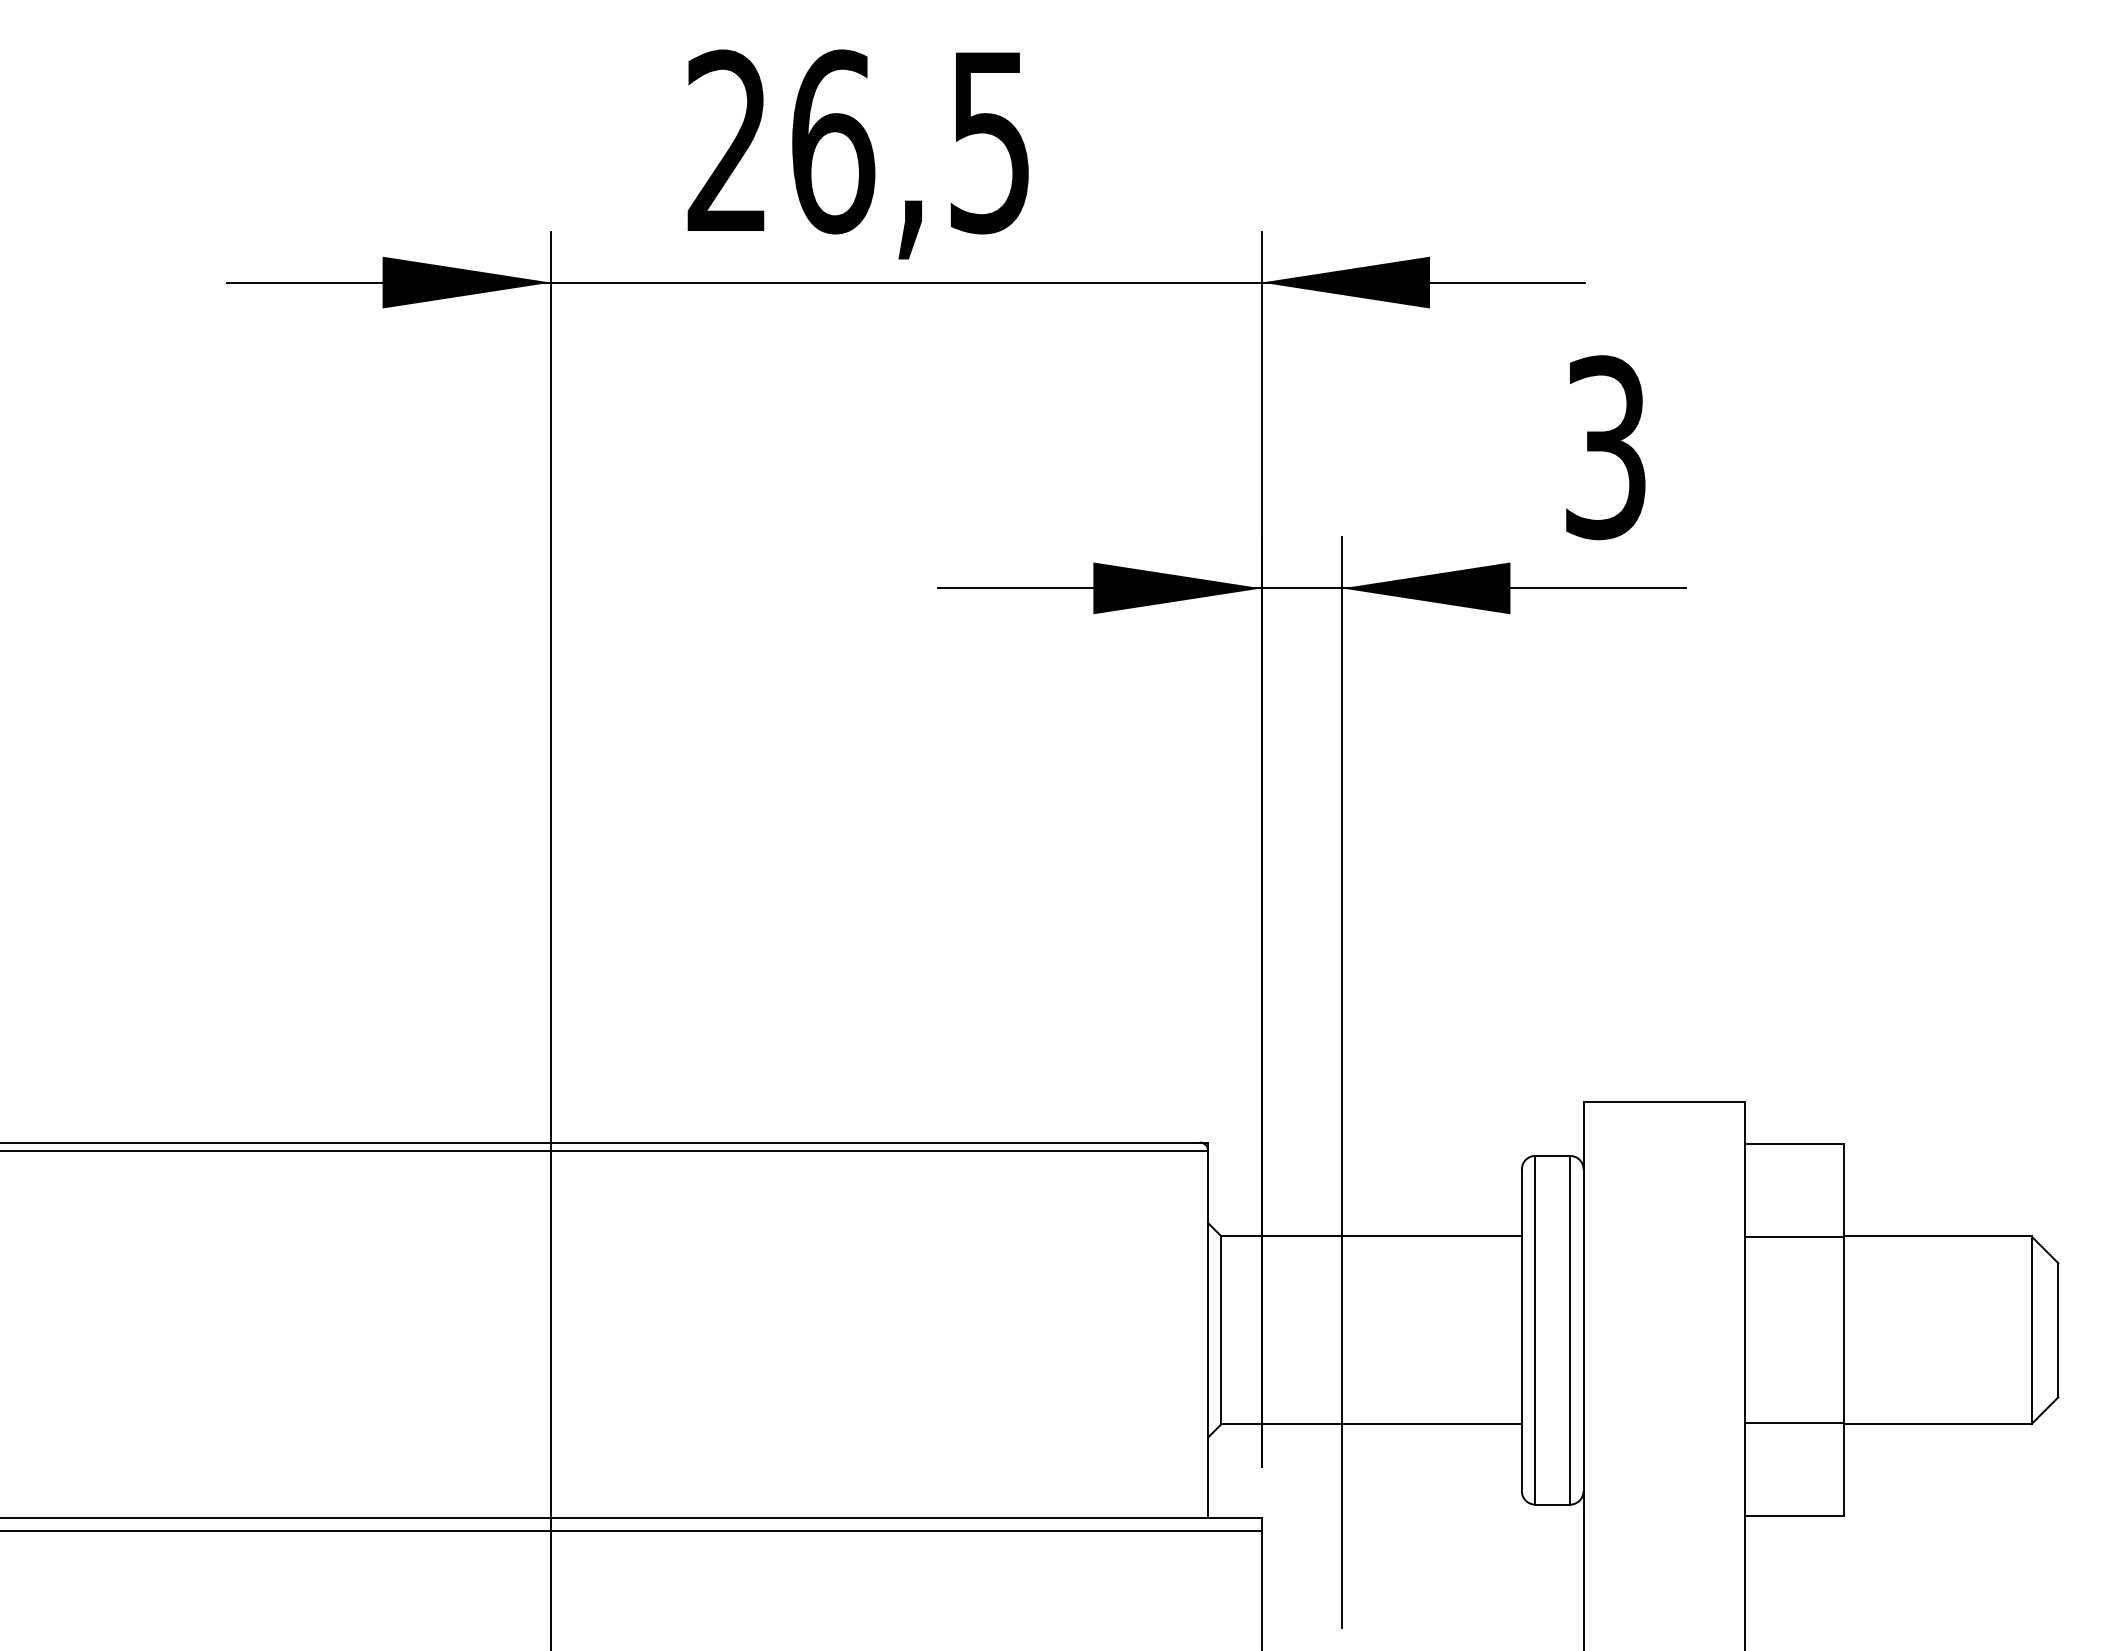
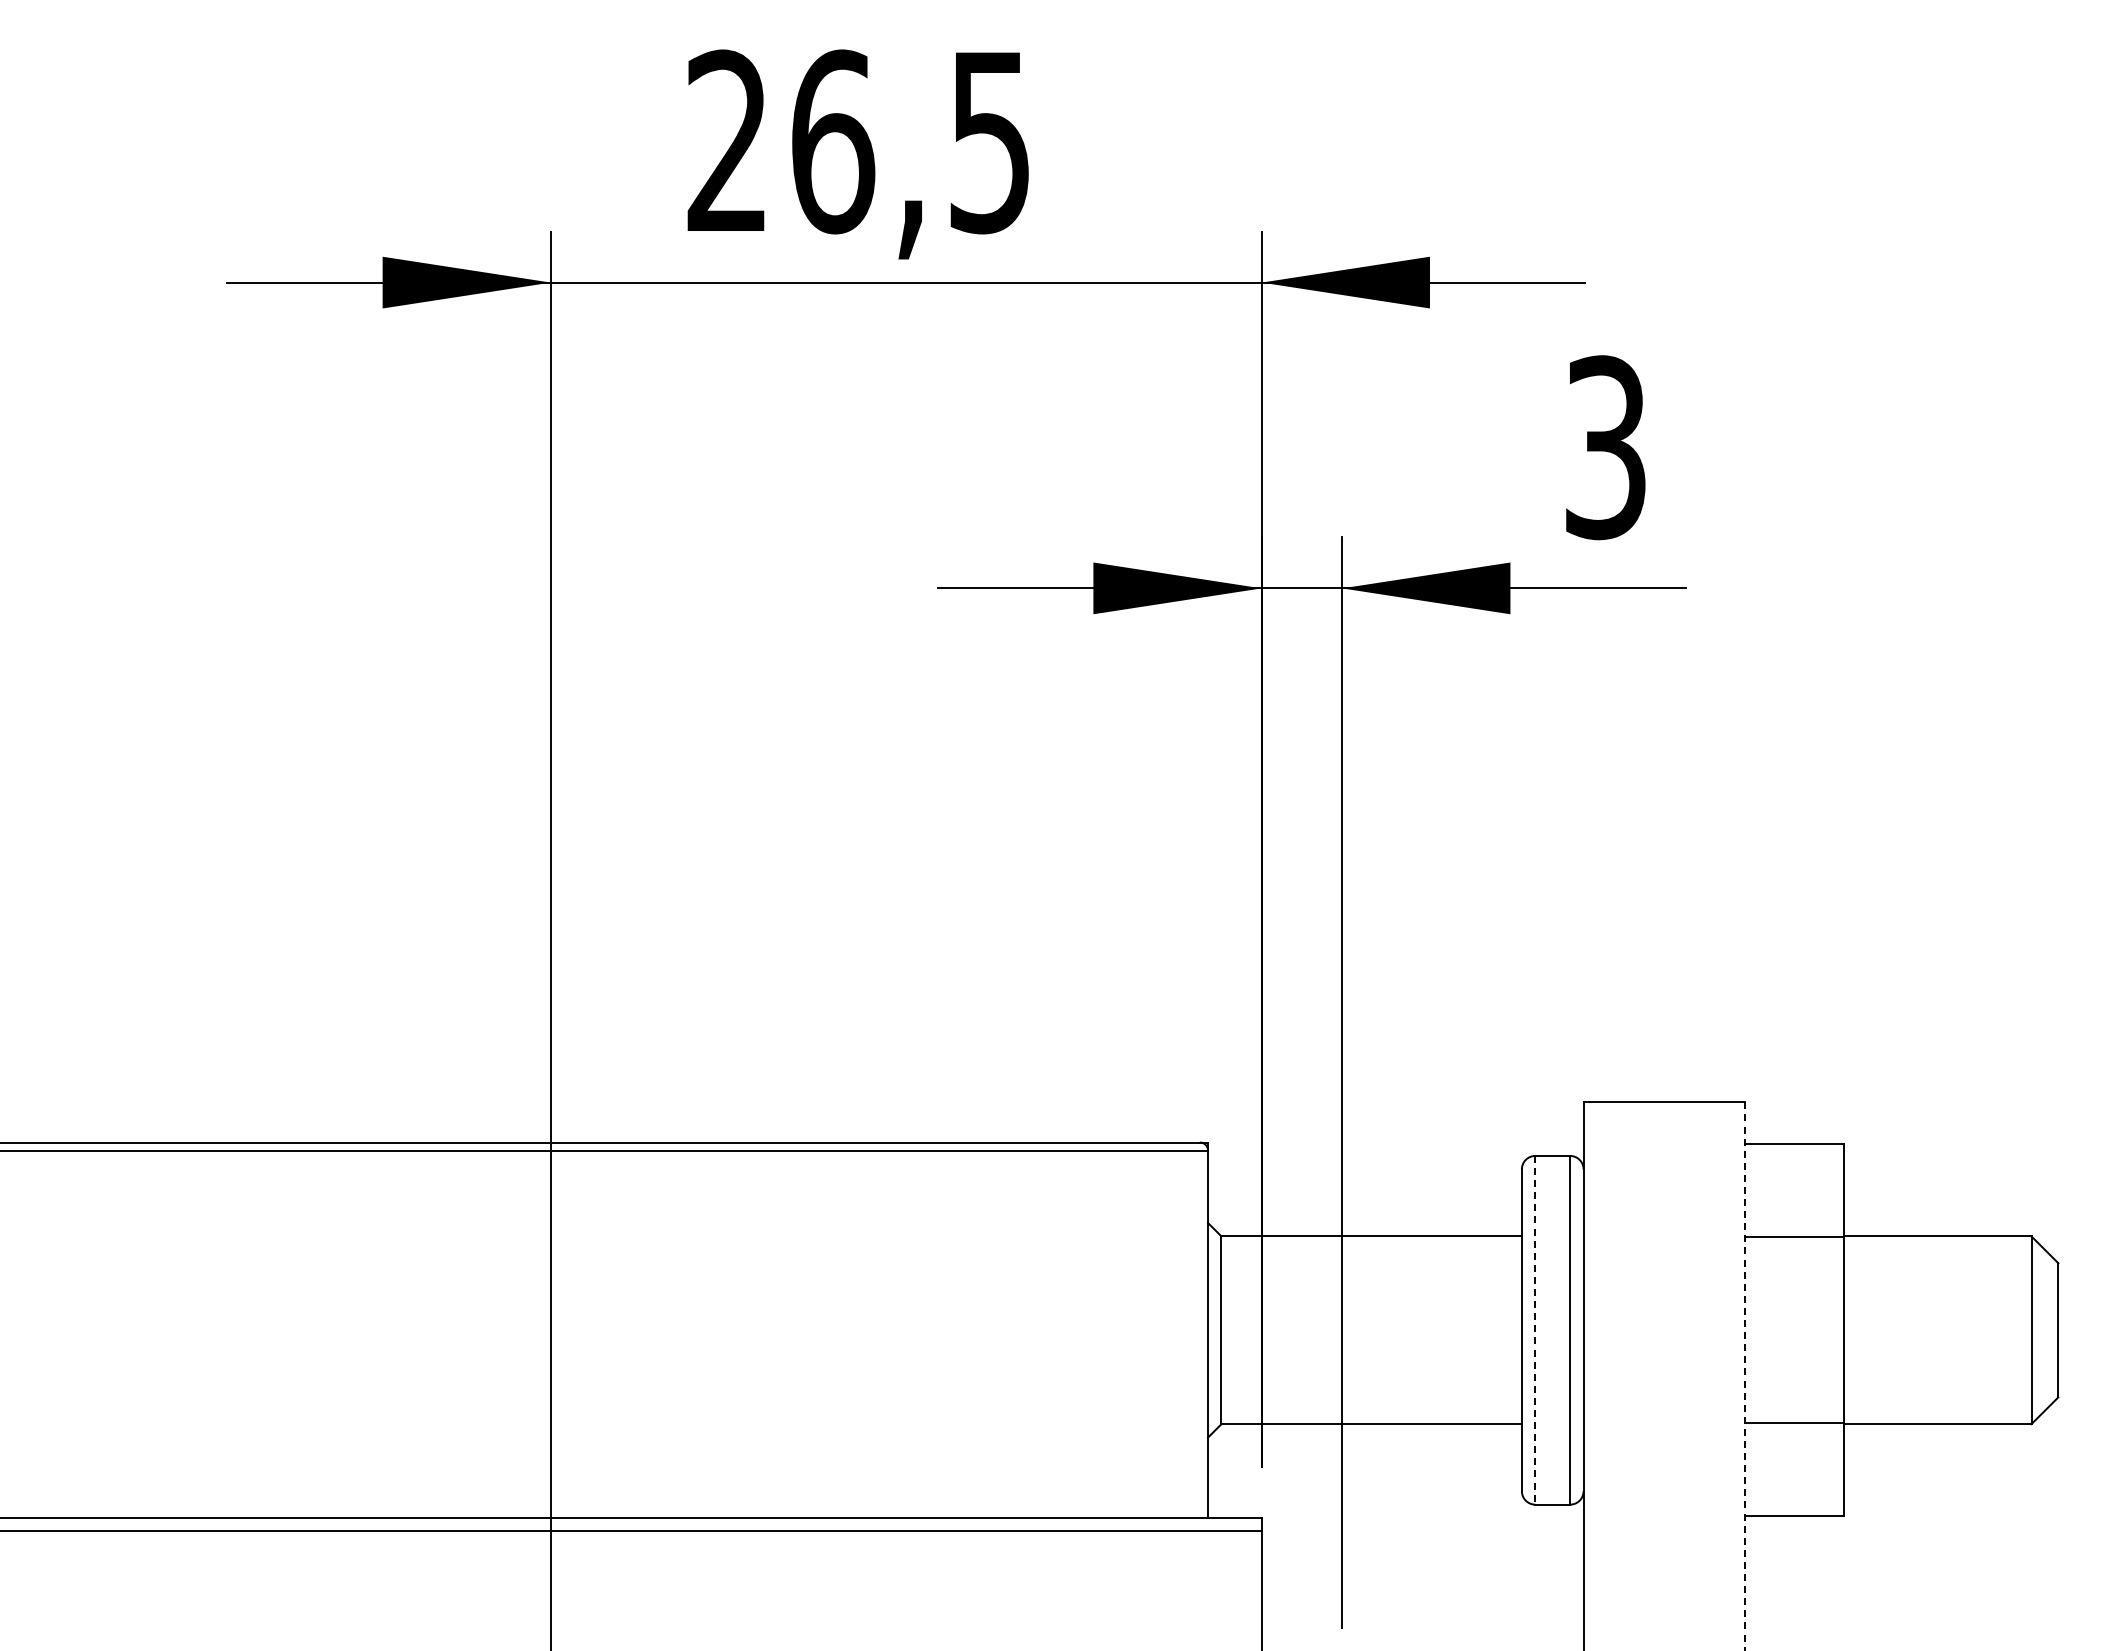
line at (1535, 1330): solid -> dashed
line at (1744, 1376): solid -> dashed
